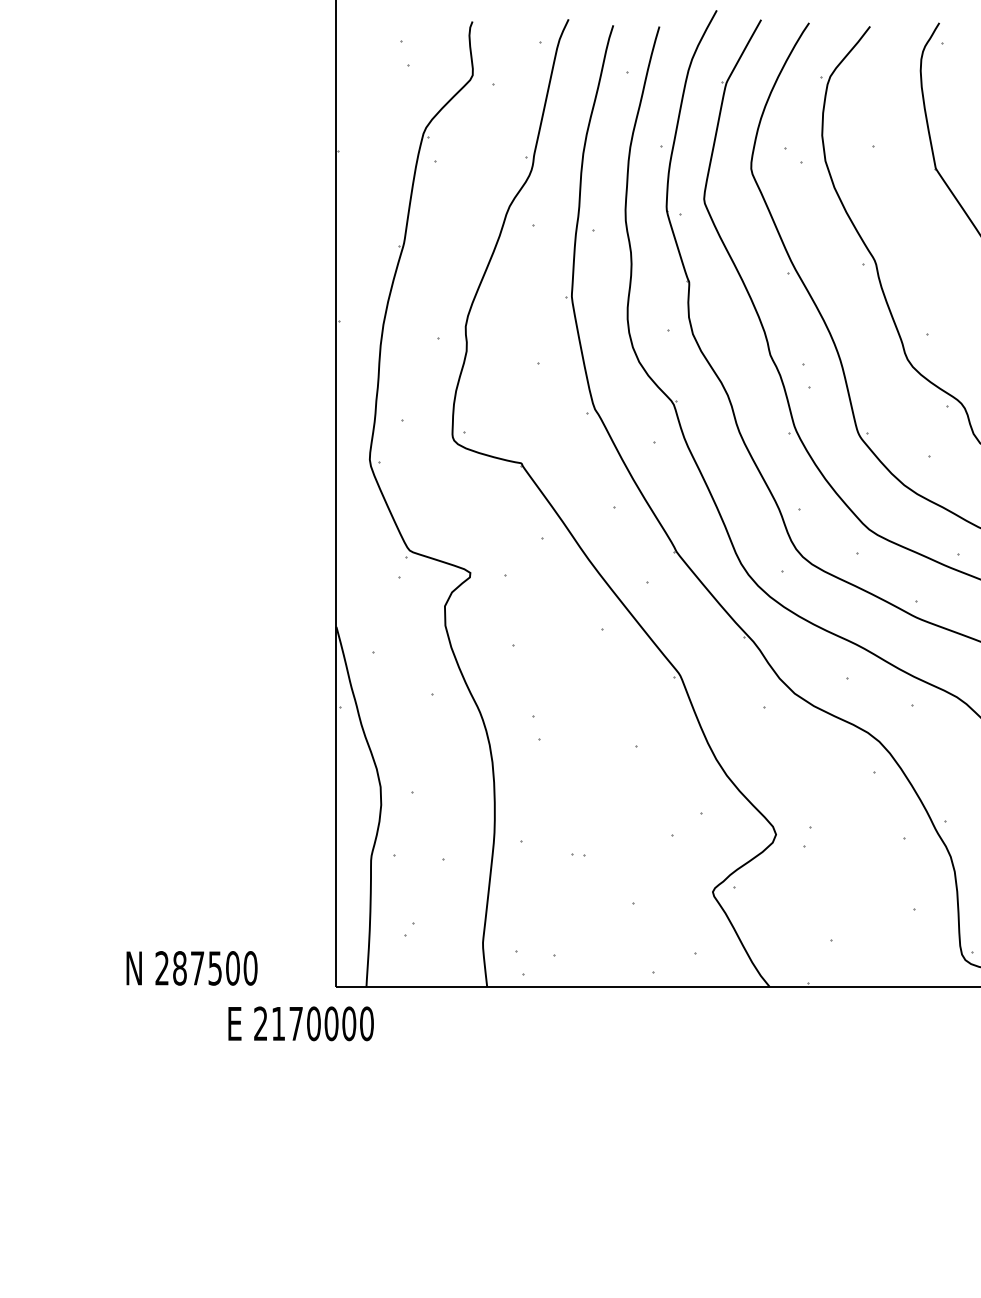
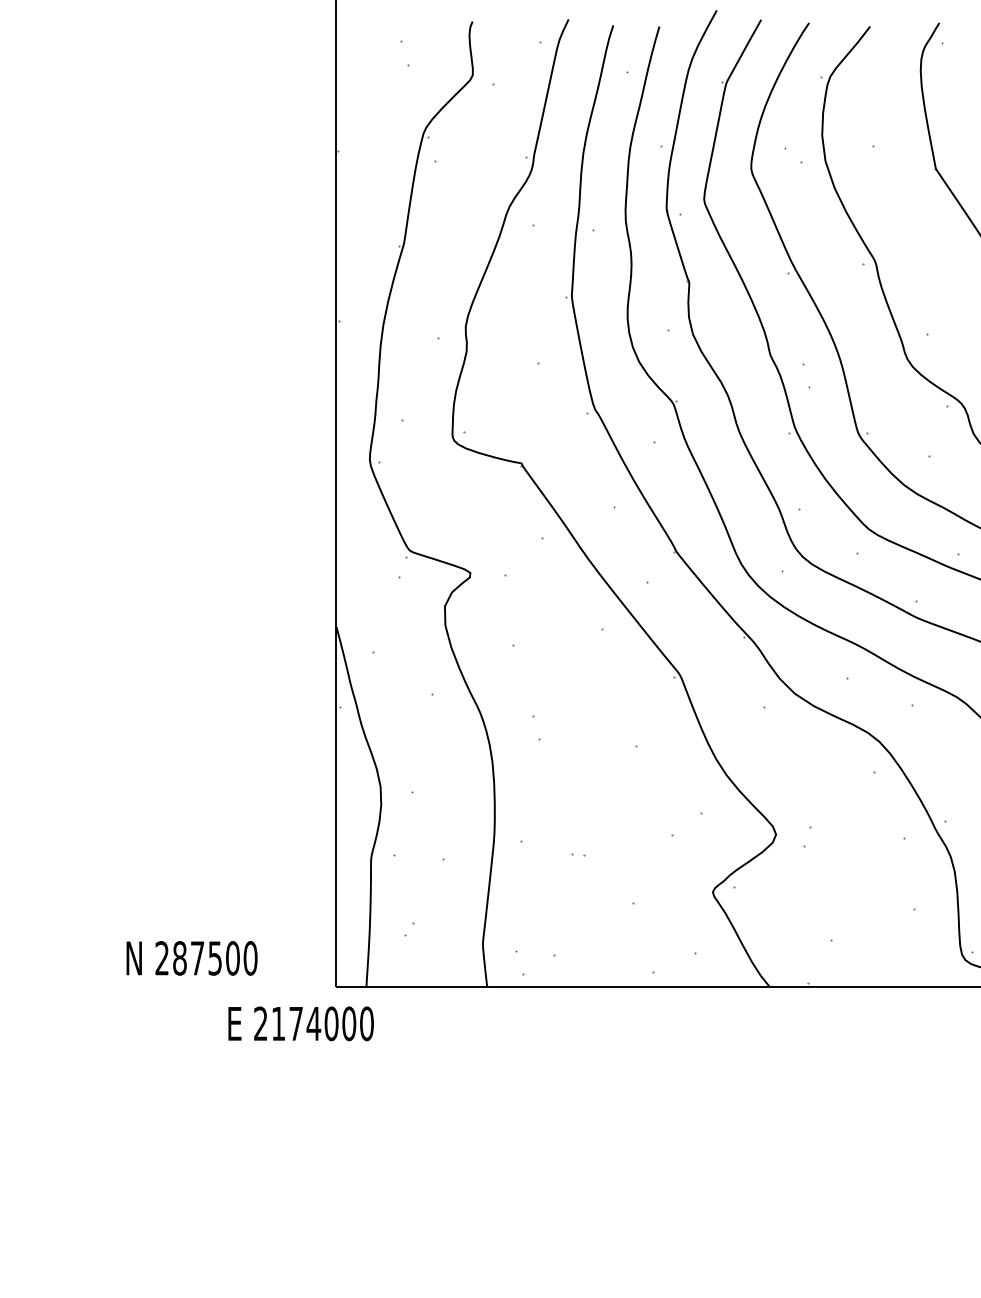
text at (191, 968) position: (191, 968) -> (191, 958)
text at (313, 1023): 2170000 -> 2174000
